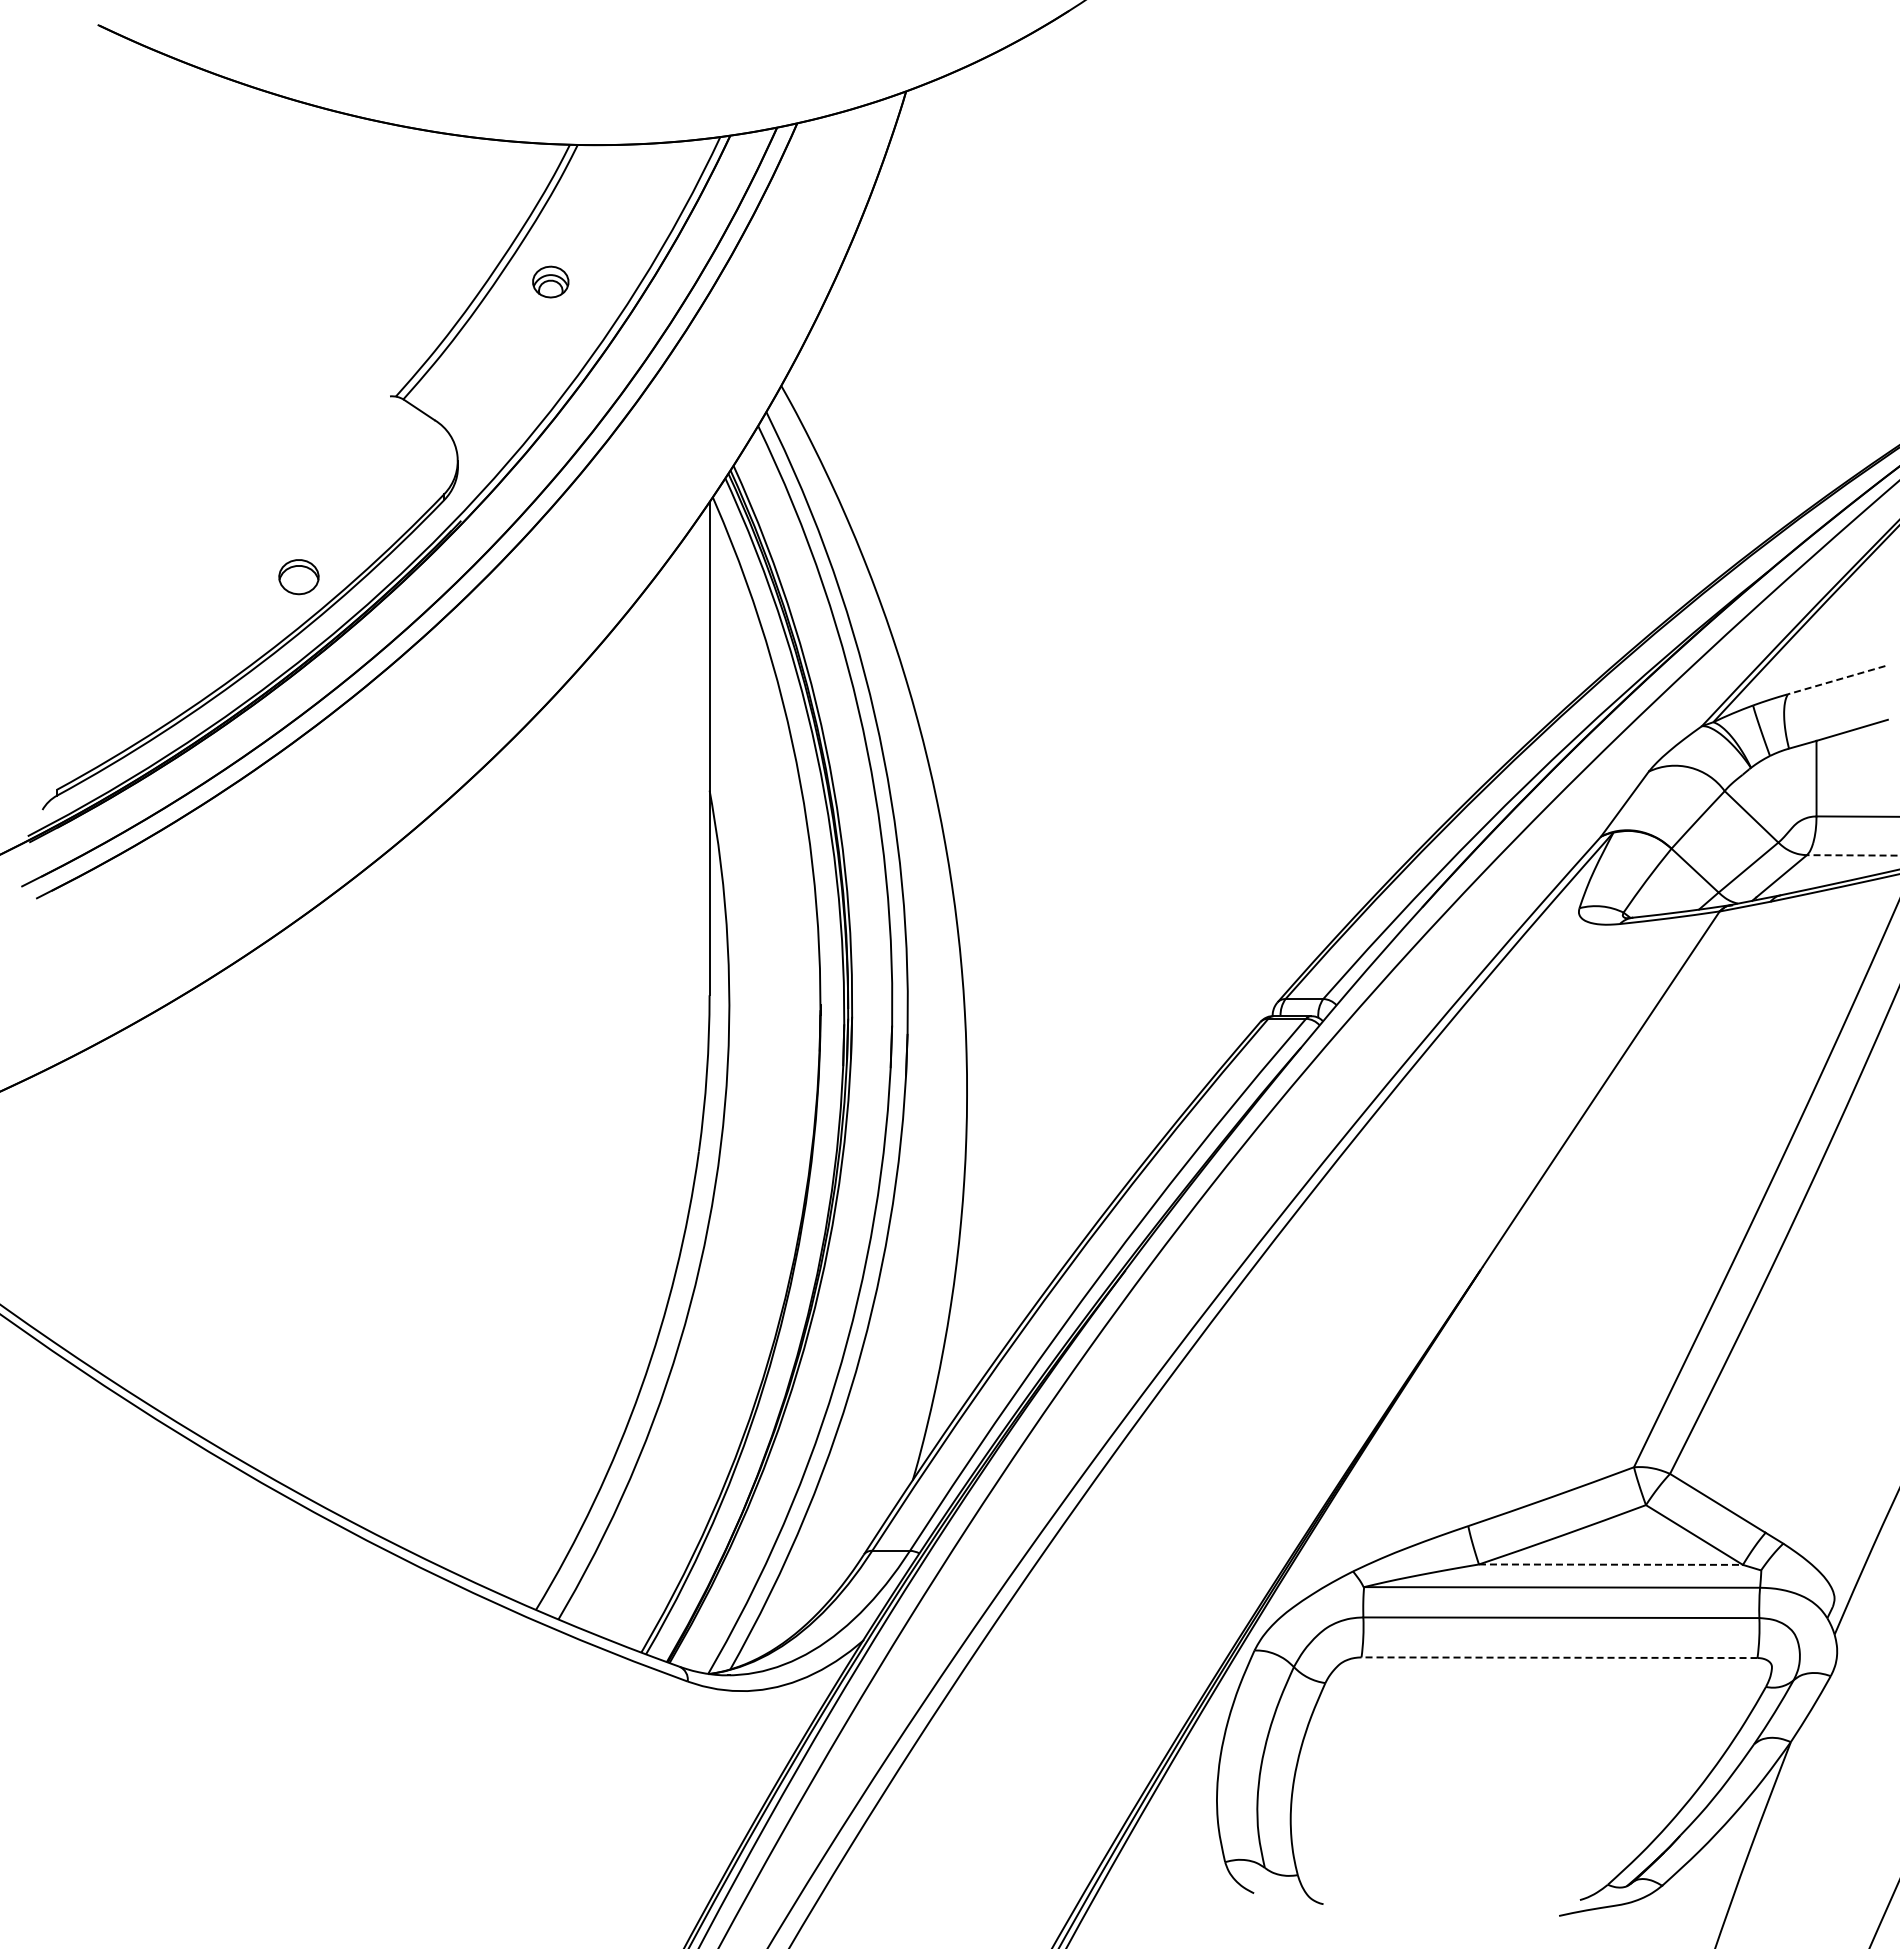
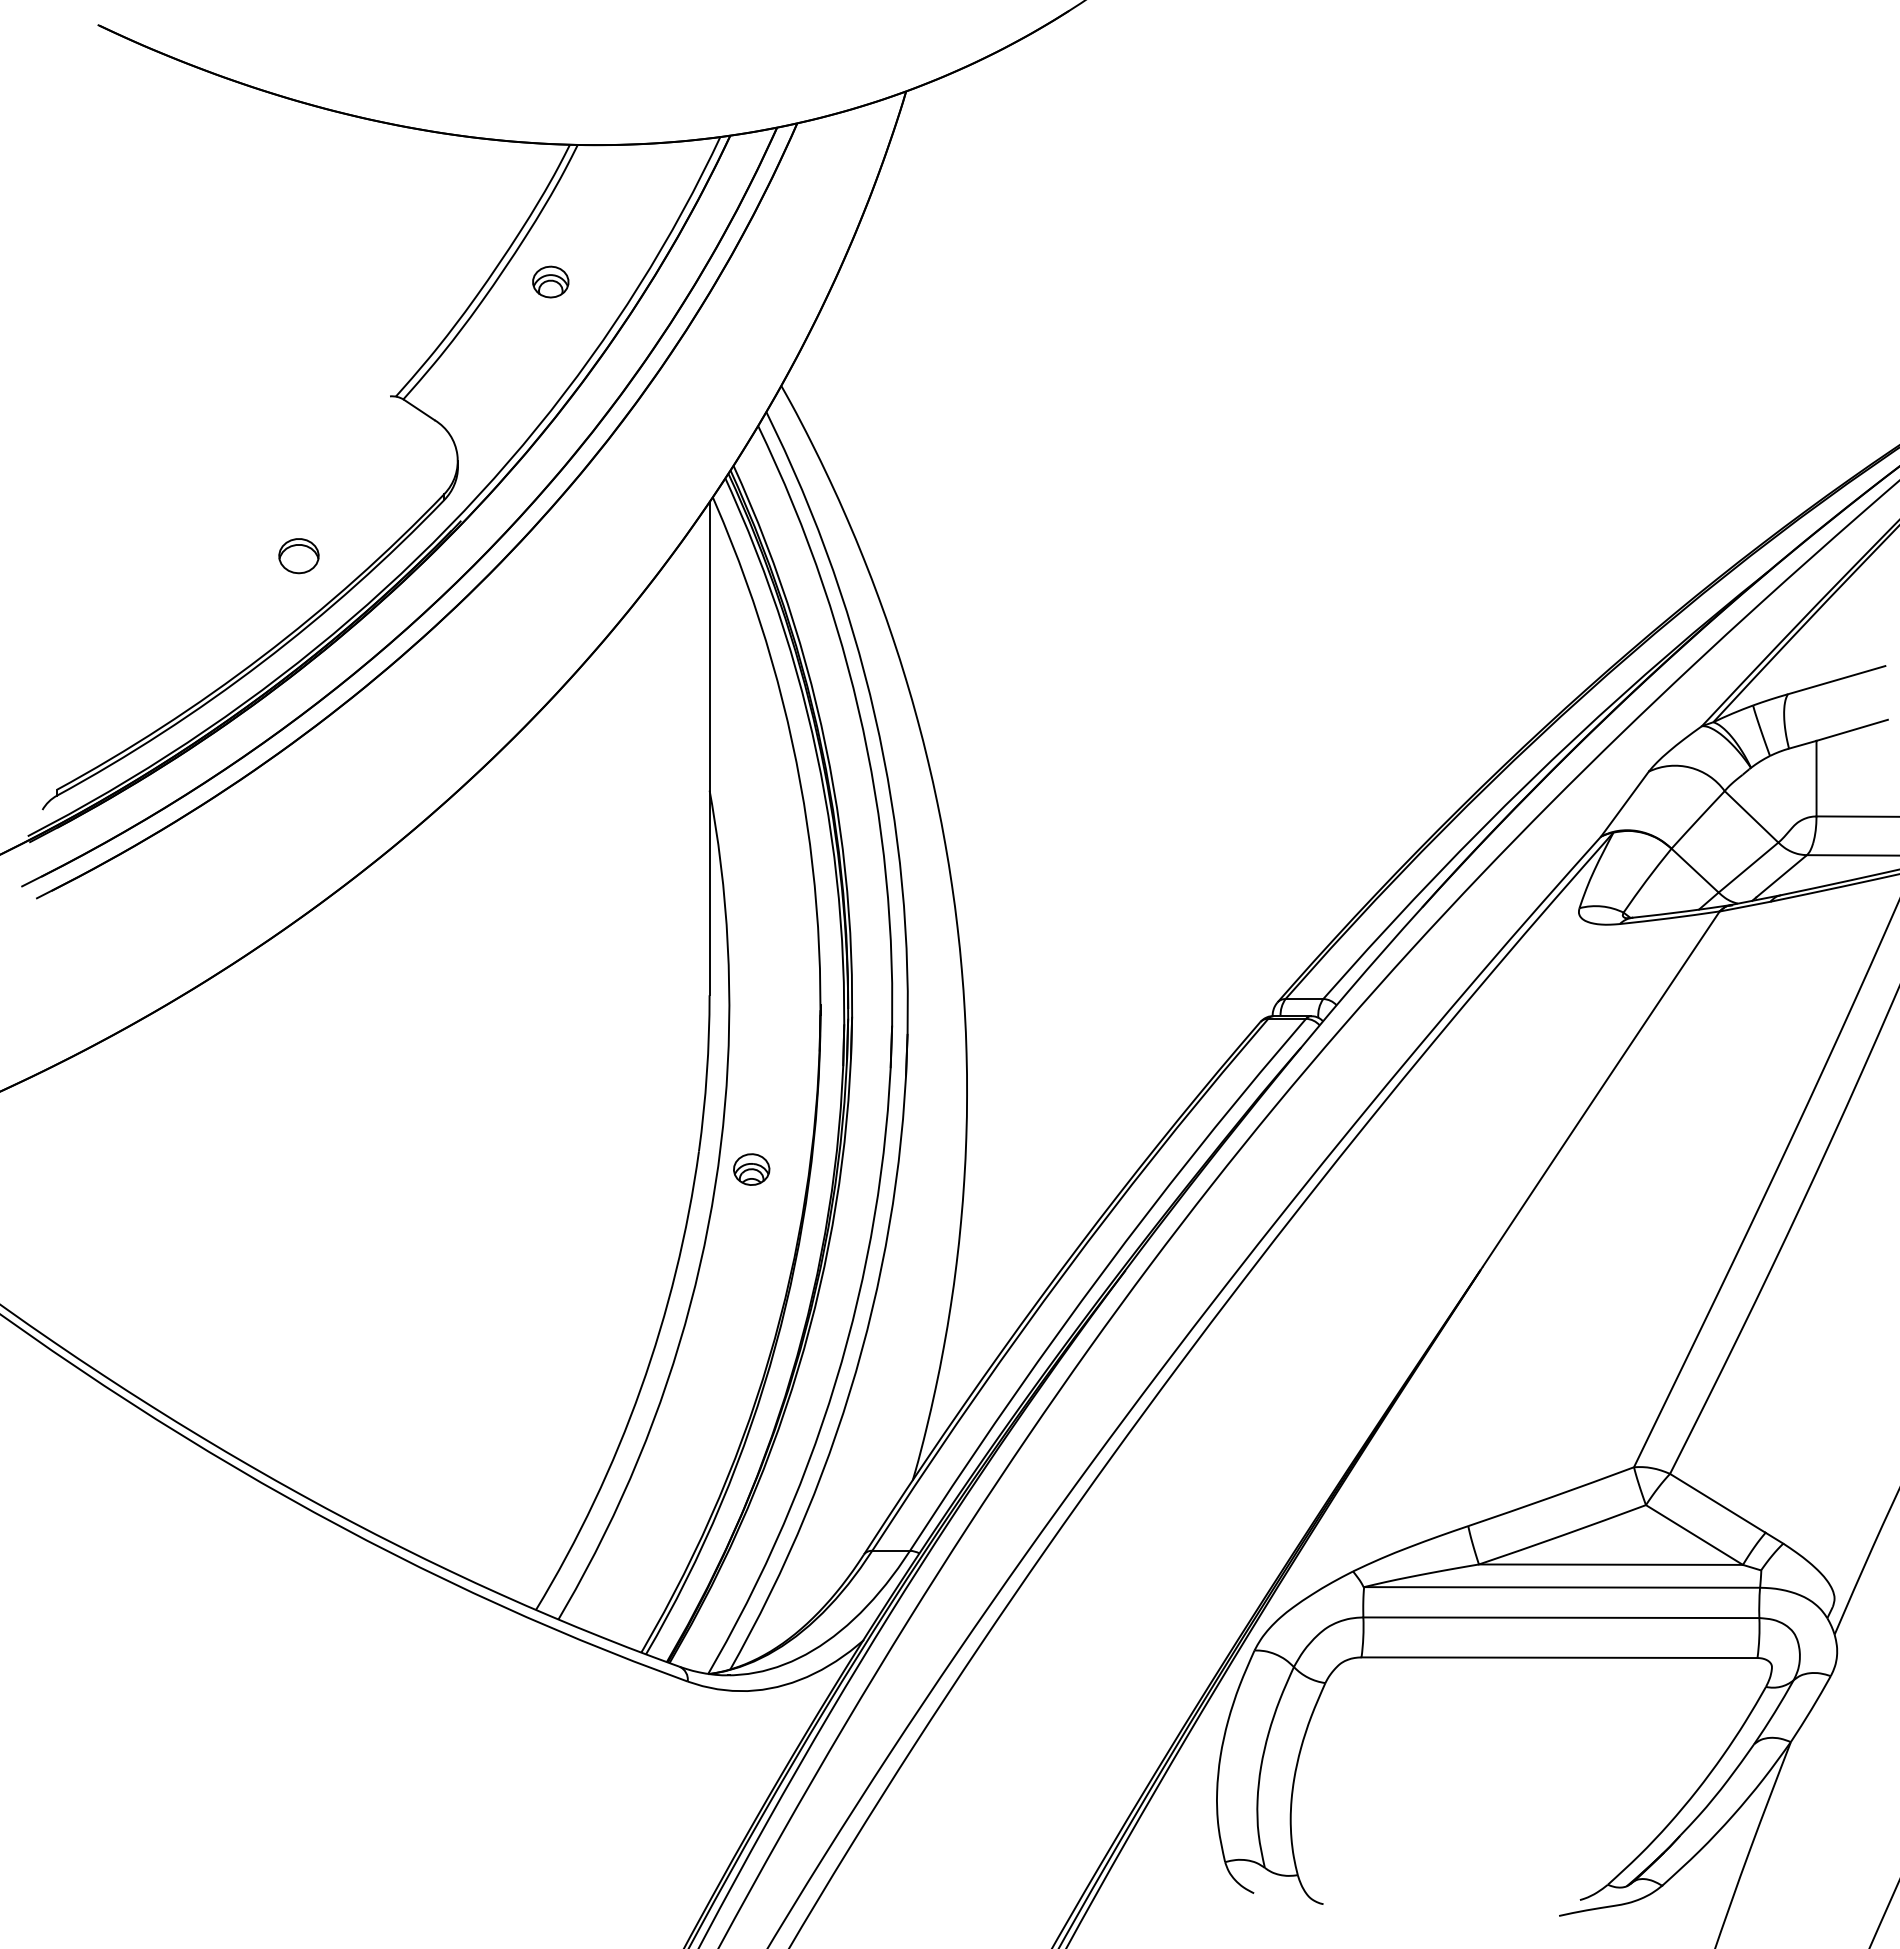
part at (298, 577) position: (298, 577) -> (298, 556)
line at (1836, 680): dashed -> solid
line at (1852, 855): dashed -> solid
part at (751, 1169): none -> present
line at (1610, 1564): dashed -> solid
line at (1559, 1657): dashed -> solid
